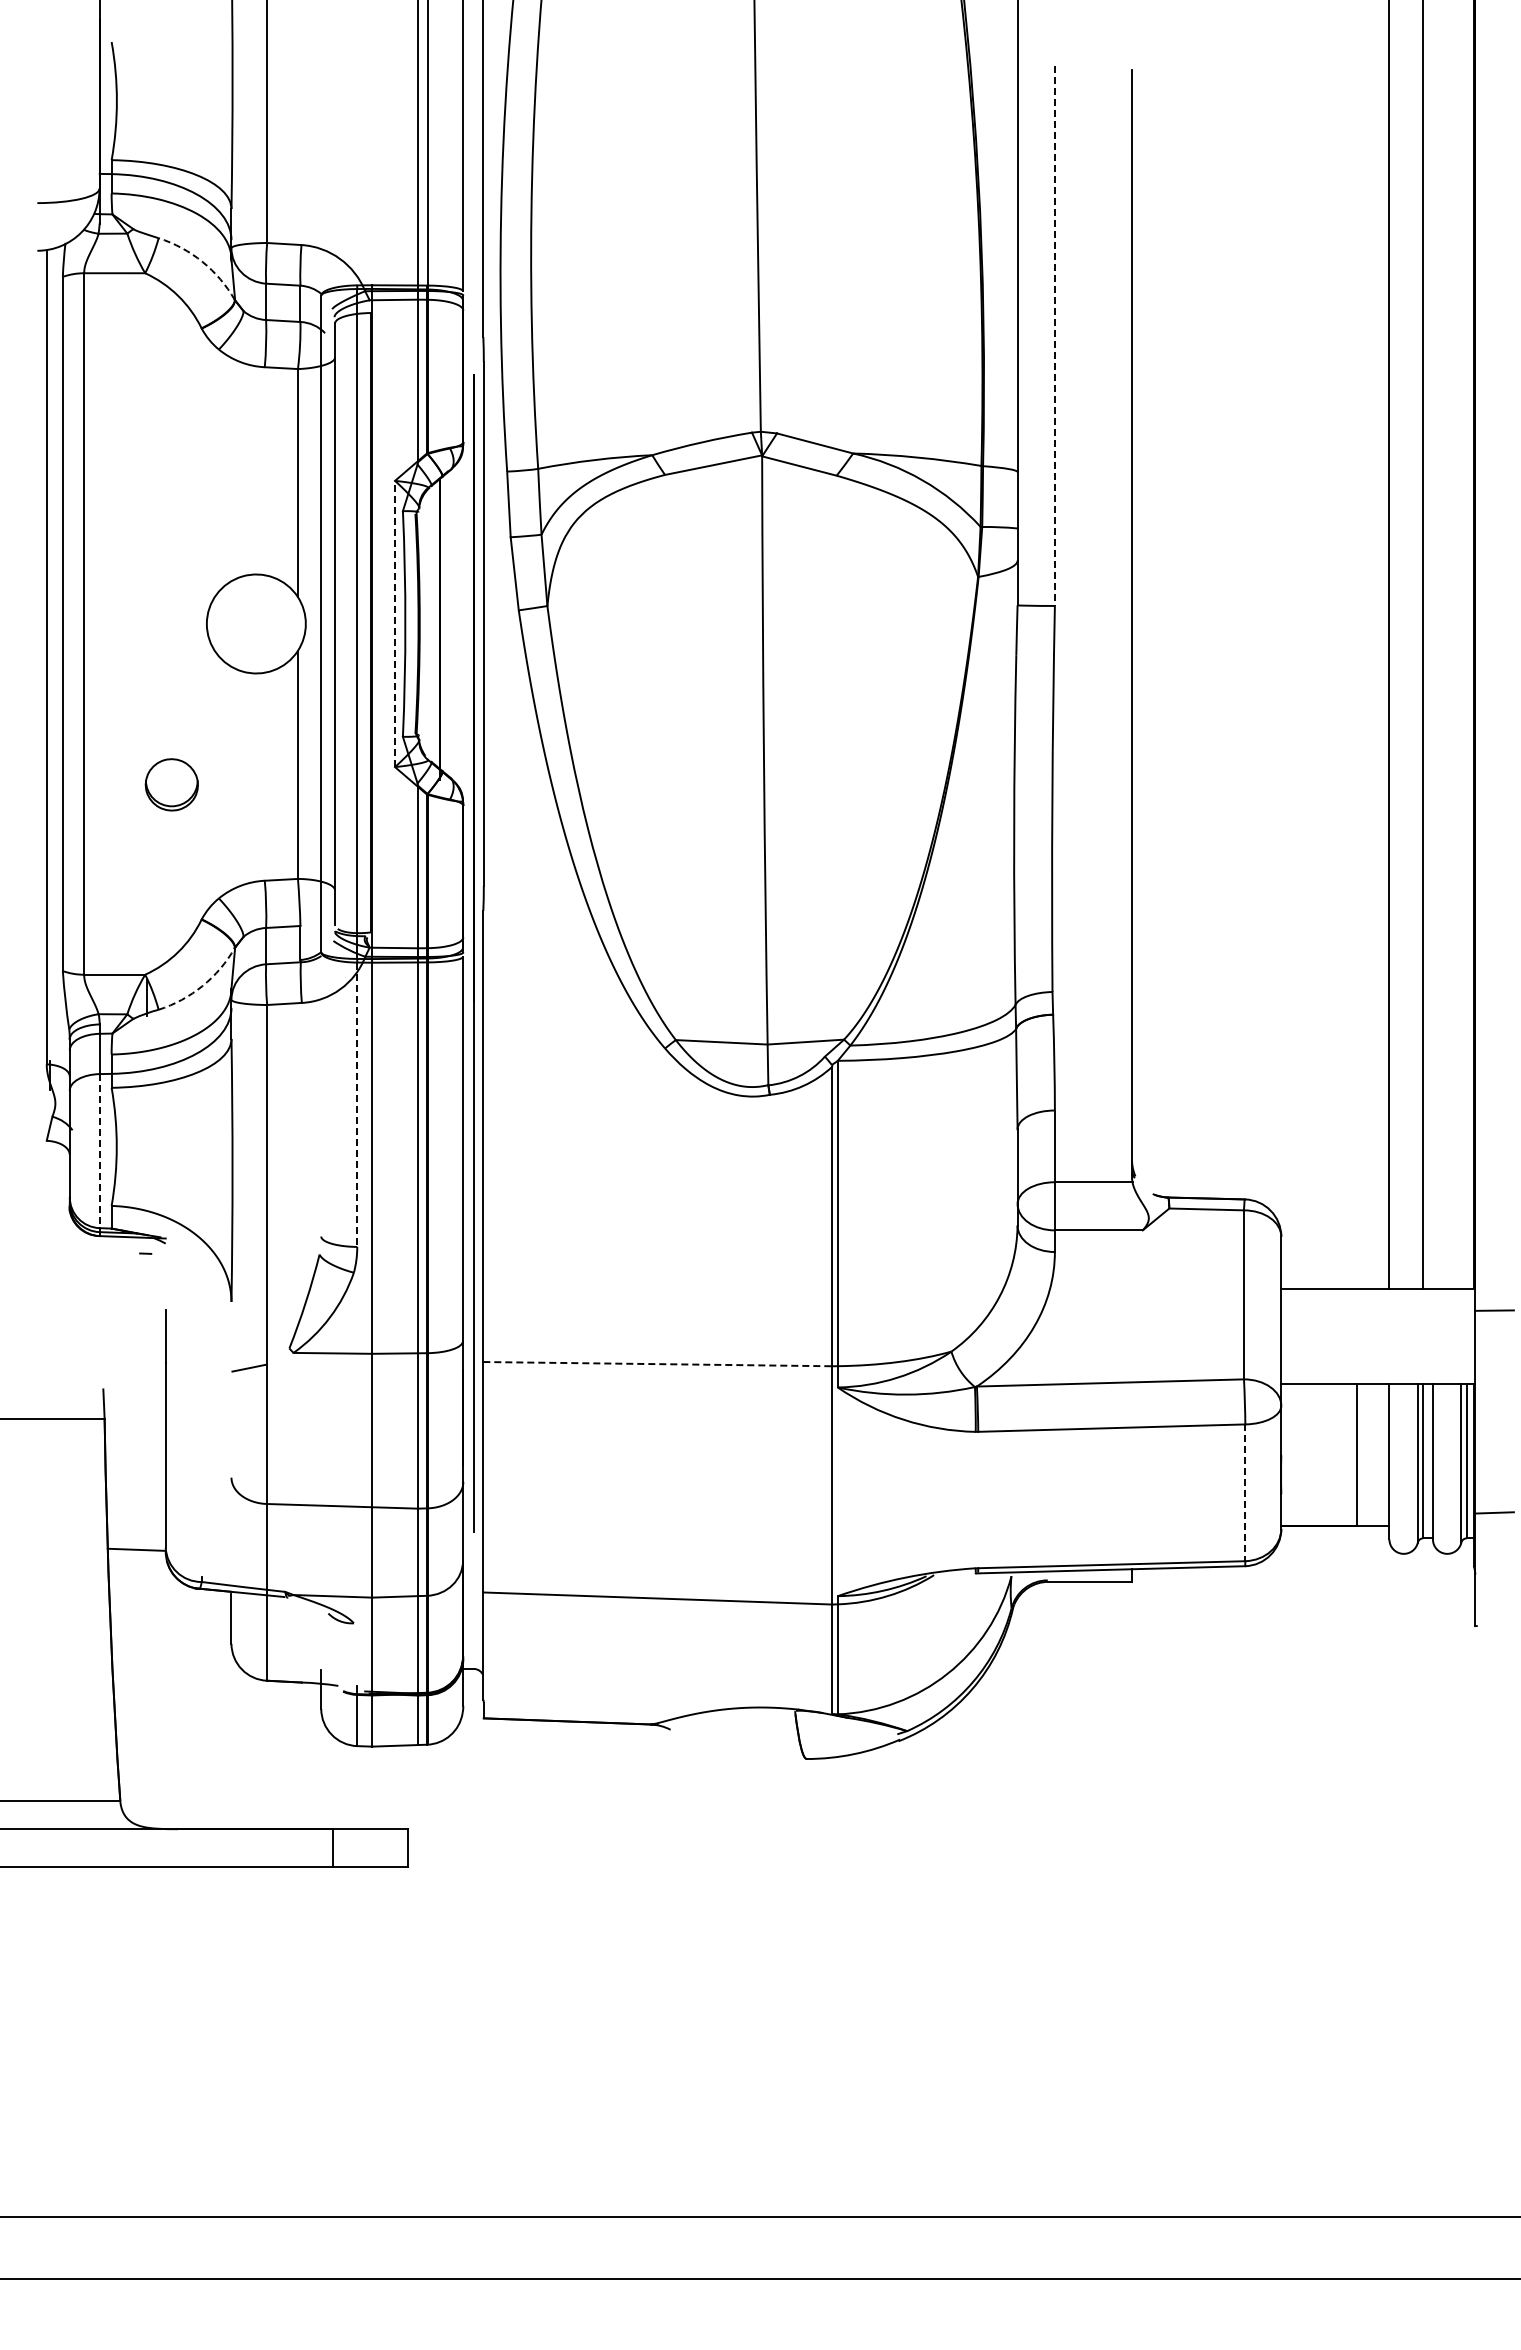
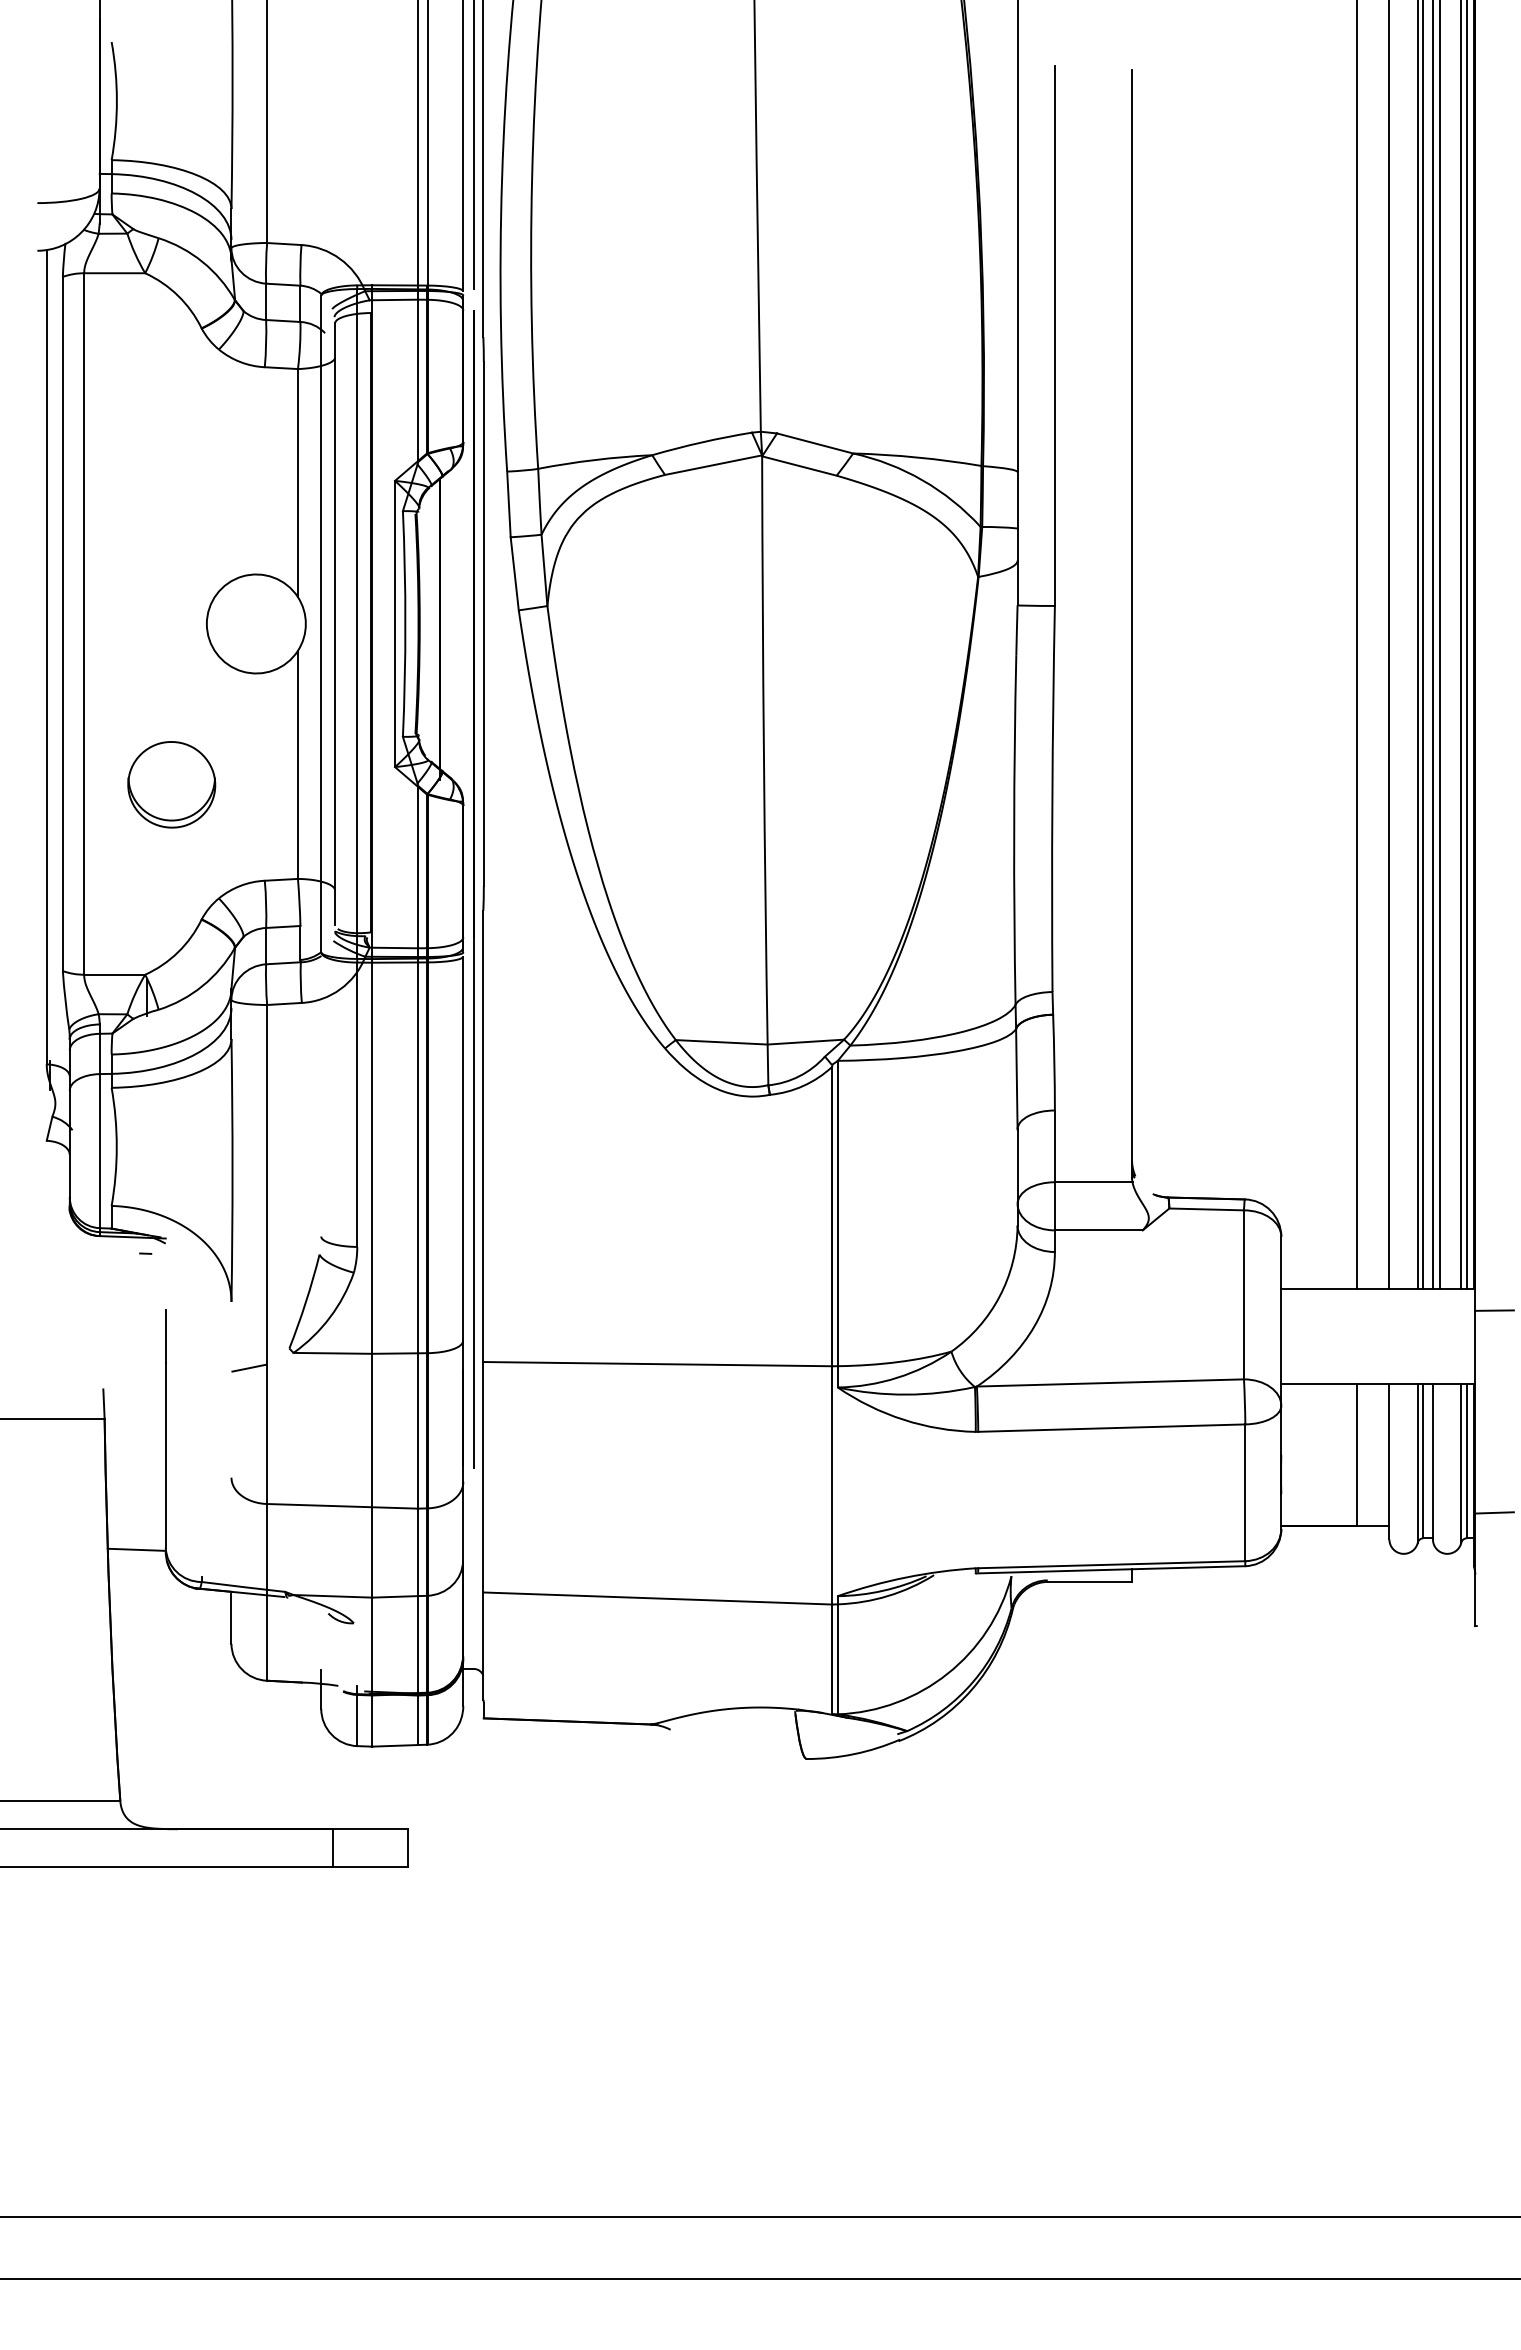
line at (473, 145): none -> present
arc at (202, 261): dashed -> solid
line at (1054, 336): dashed -> solid
line at (395, 623): dashed -> solid
line at (1357, 645): none -> present
line at (1417, 645): none -> present
line at (1432, 645): none -> present
line at (1439, 645): none -> present
line at (1461, 645): none -> present
line at (1466, 645): none -> present
part at (171, 784) size: 55x54 px -> 90x88 px
line at (473, 953) position: (473, 953) -> (473, 889)
arc at (202, 986): dashed -> solid
line at (357, 1105): dashed -> solid
line at (99, 1151): dashed -> solid
line at (657, 1364): dashed -> solid
line at (1245, 1493): dashed -> solid
